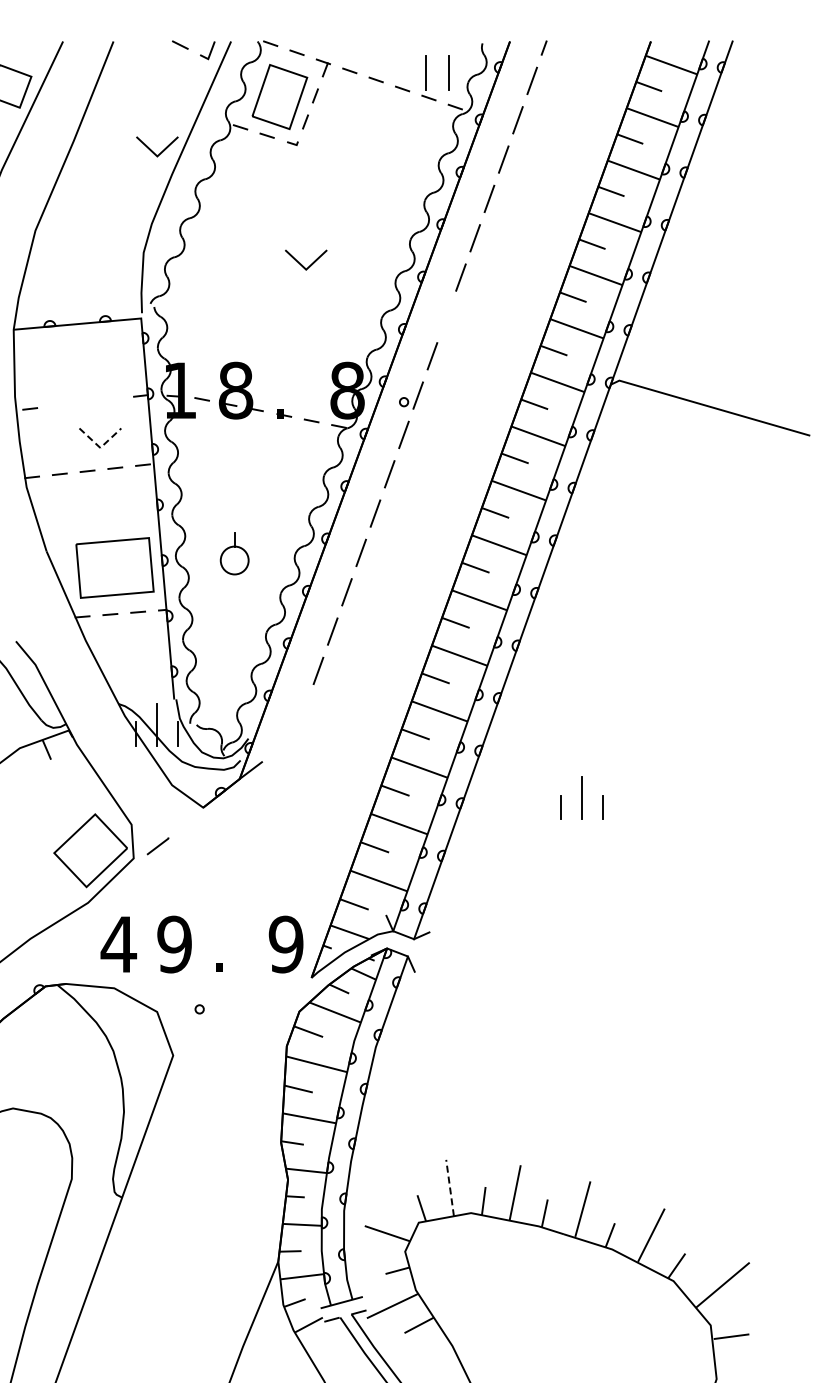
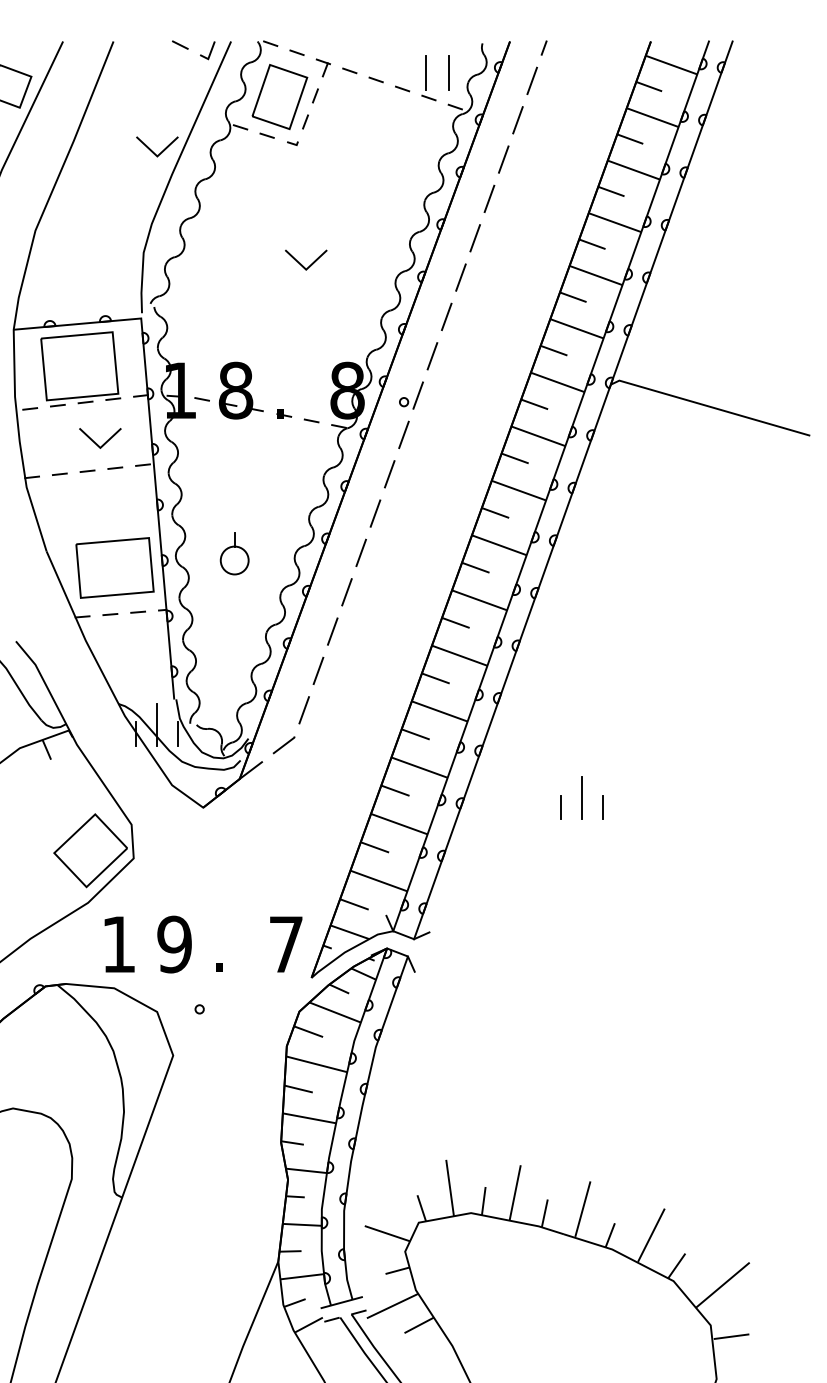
line at (446, 316): none -> present
part at (80, 369): none -> present
line at (100, 447): dashed -> solid
line at (303, 710): none -> present
line at (157, 846) position: (157, 846) -> (283, 745)
text at (118, 944): 4 -> 1
text at (285, 944): 9 -> 7
line at (450, 1187): dashed -> solid
